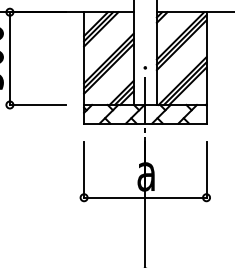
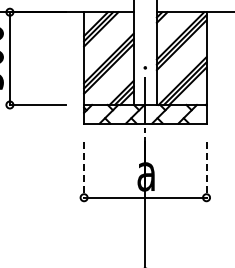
line at (84, 169): solid -> dashed
line at (206, 169): solid -> dashed
